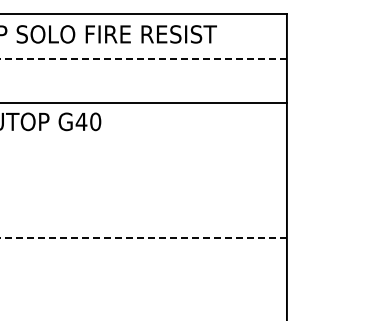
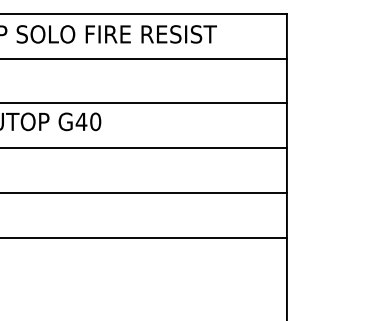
line at (143, 58): dashed -> solid
line at (144, 148): none -> present
line at (144, 192): none -> present
line at (143, 237): dashed -> solid
